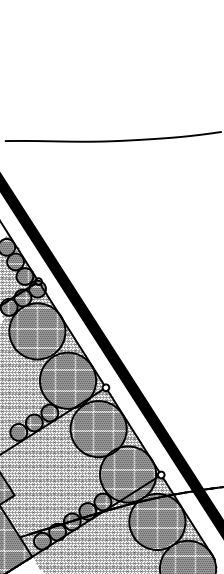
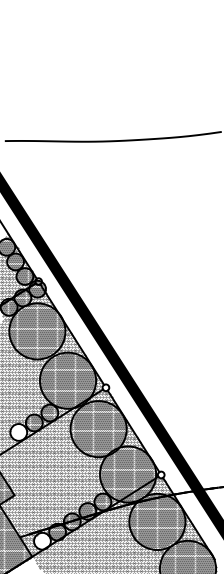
hatch at (18, 431): present -> none
hatch at (42, 540): present -> none
